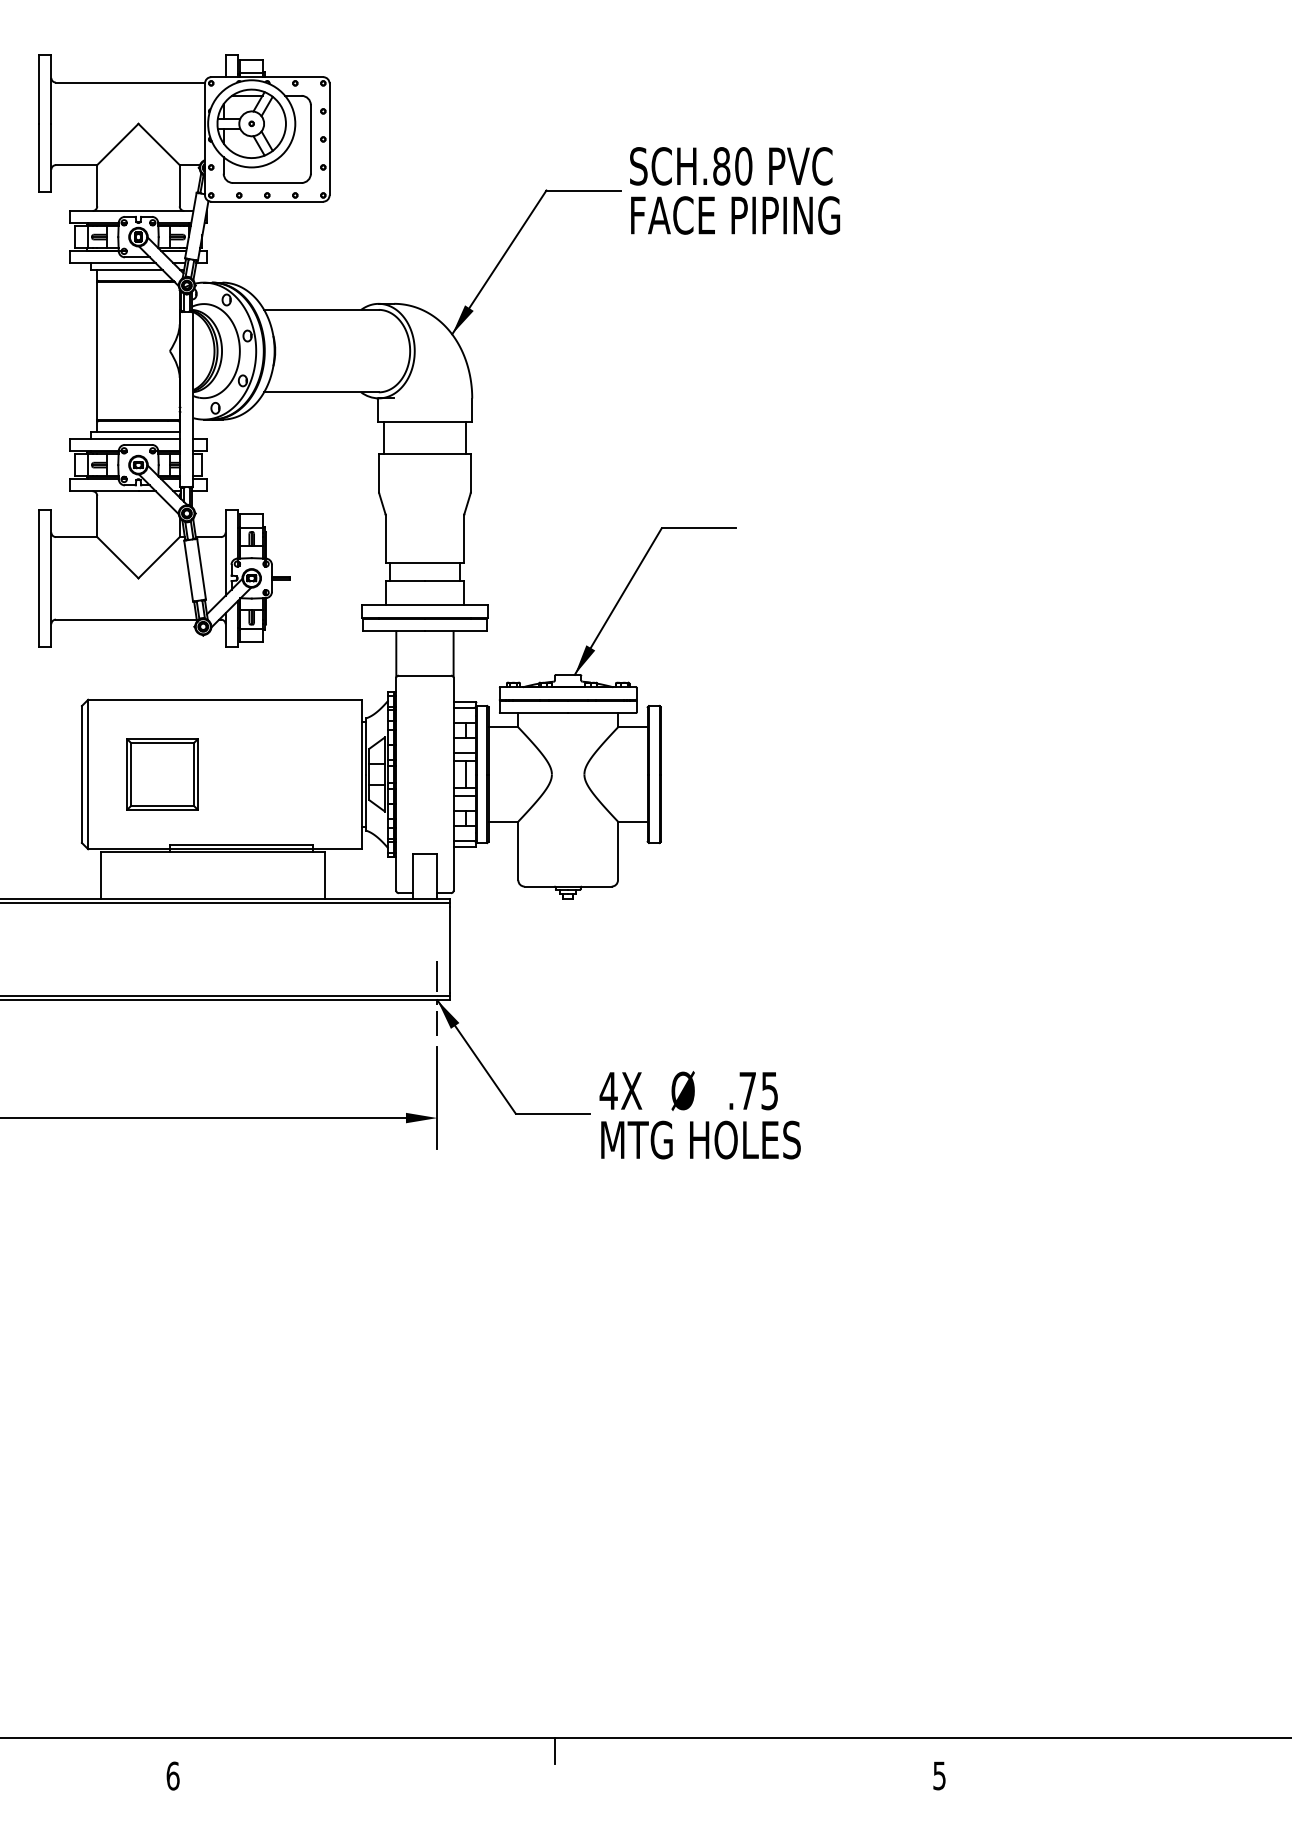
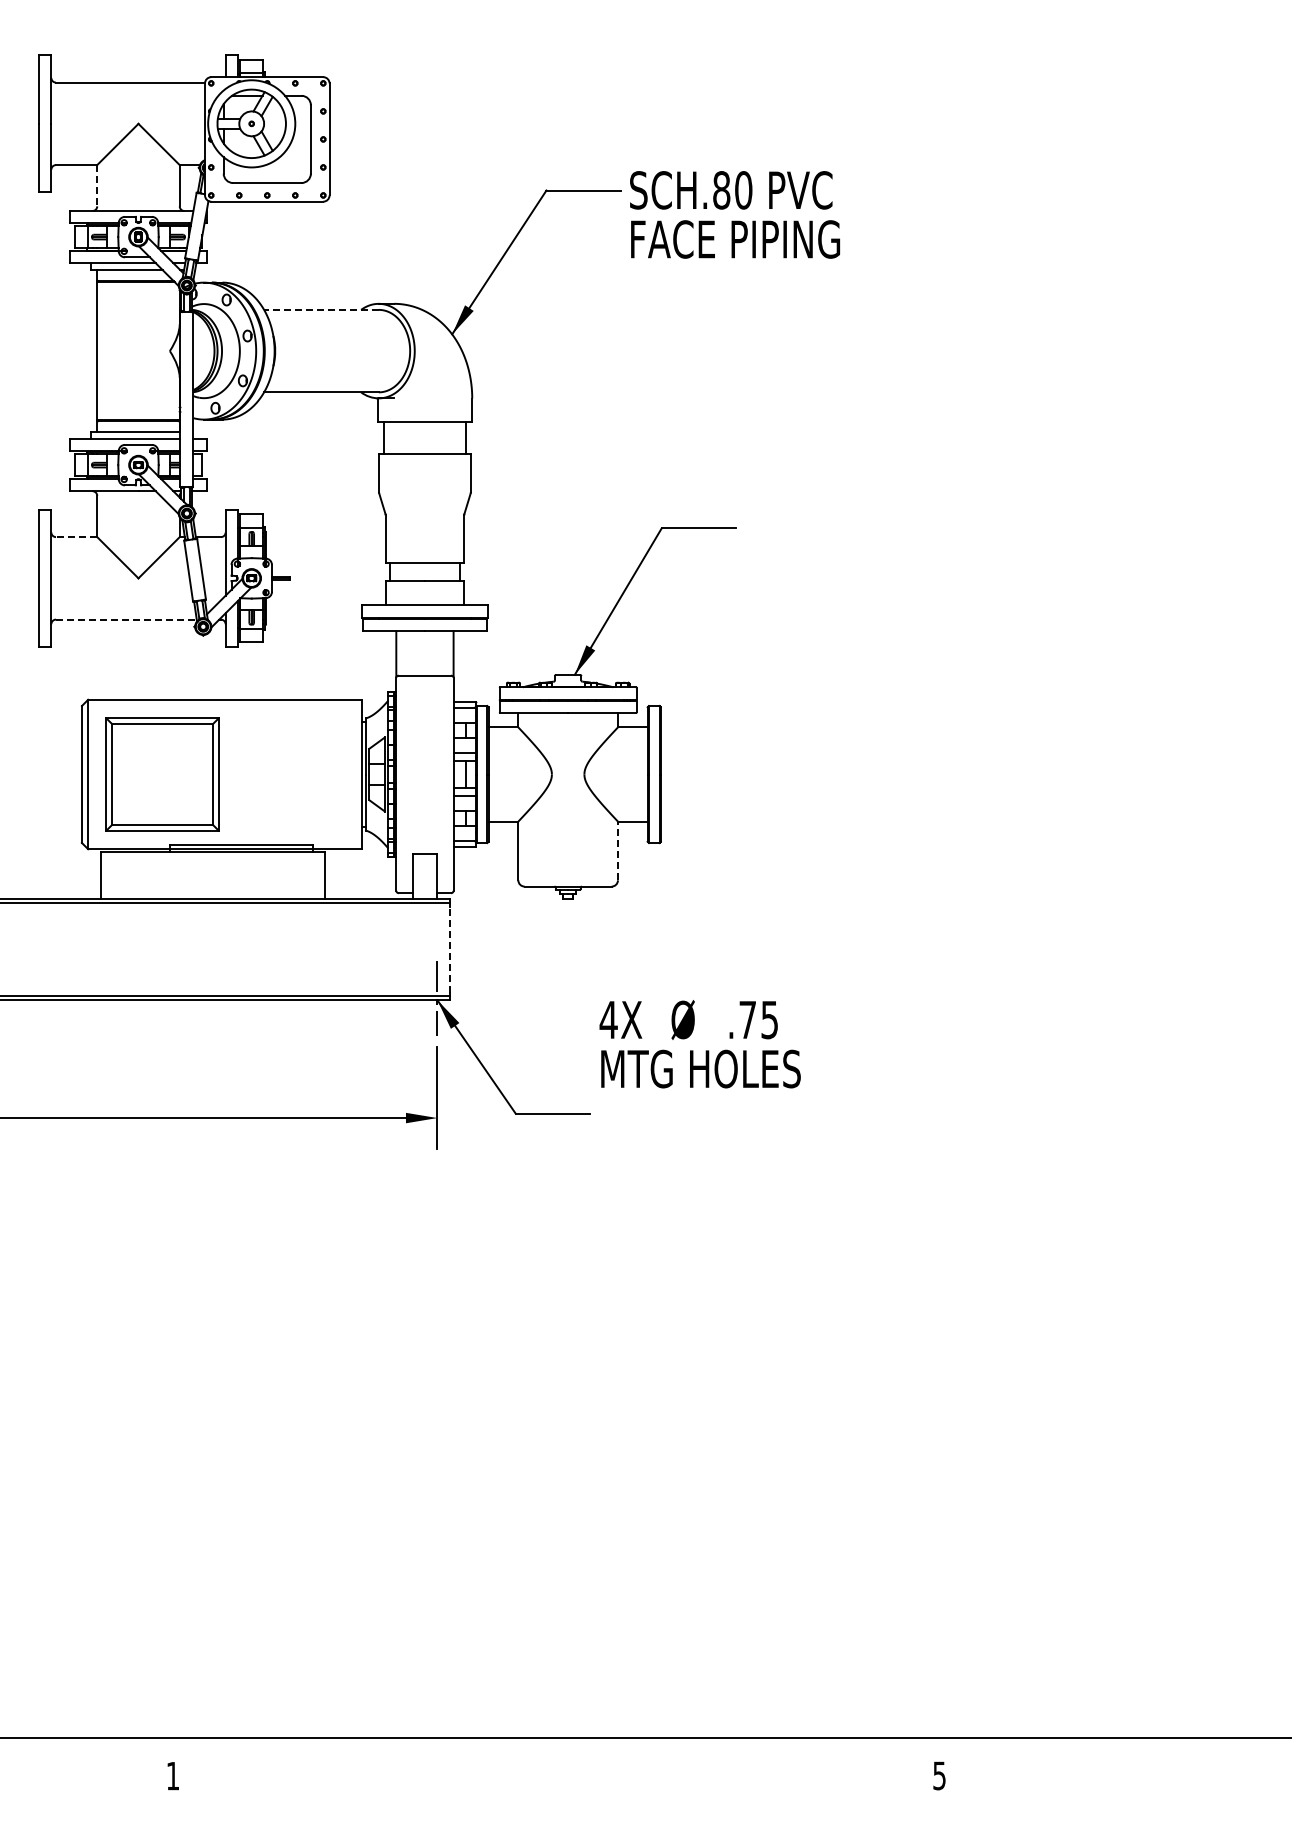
line at (97, 185): solid -> dashed
text at (735, 190) position: (735, 190) -> (735, 214)
line at (320, 309): solid -> dashed
line at (76, 537): solid -> dashed
line at (126, 619): solid -> dashed
part at (162, 774) size: 73x73 px -> 115x115 px
line at (617, 850): solid -> dashed
line at (449, 949): solid -> dashed
text at (699, 1115) position: (699, 1115) -> (699, 1044)
line at (554, 1750): present -> none
text at (172, 1775): 6 -> 1
